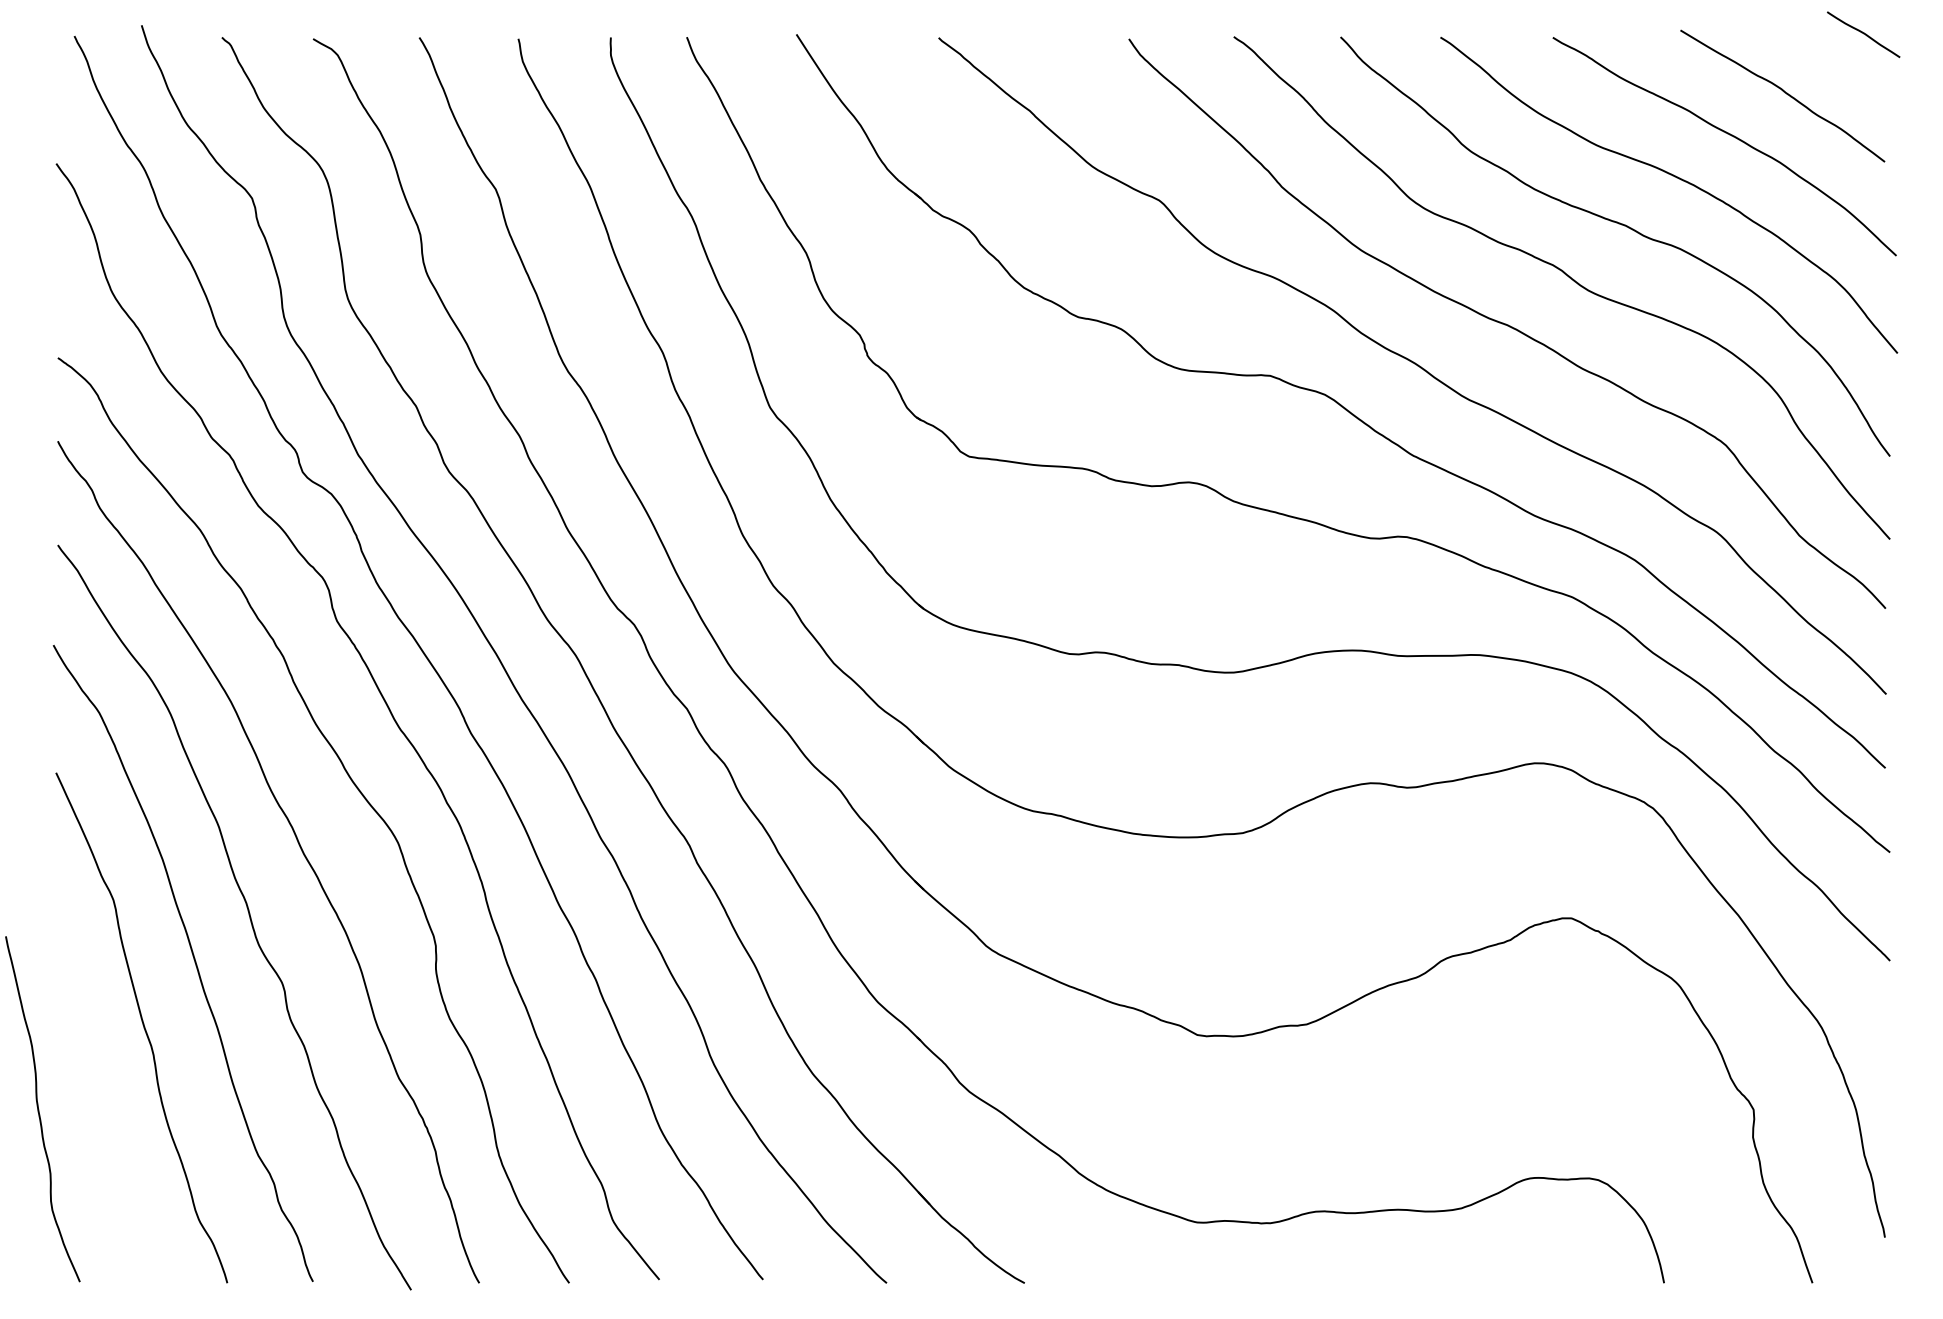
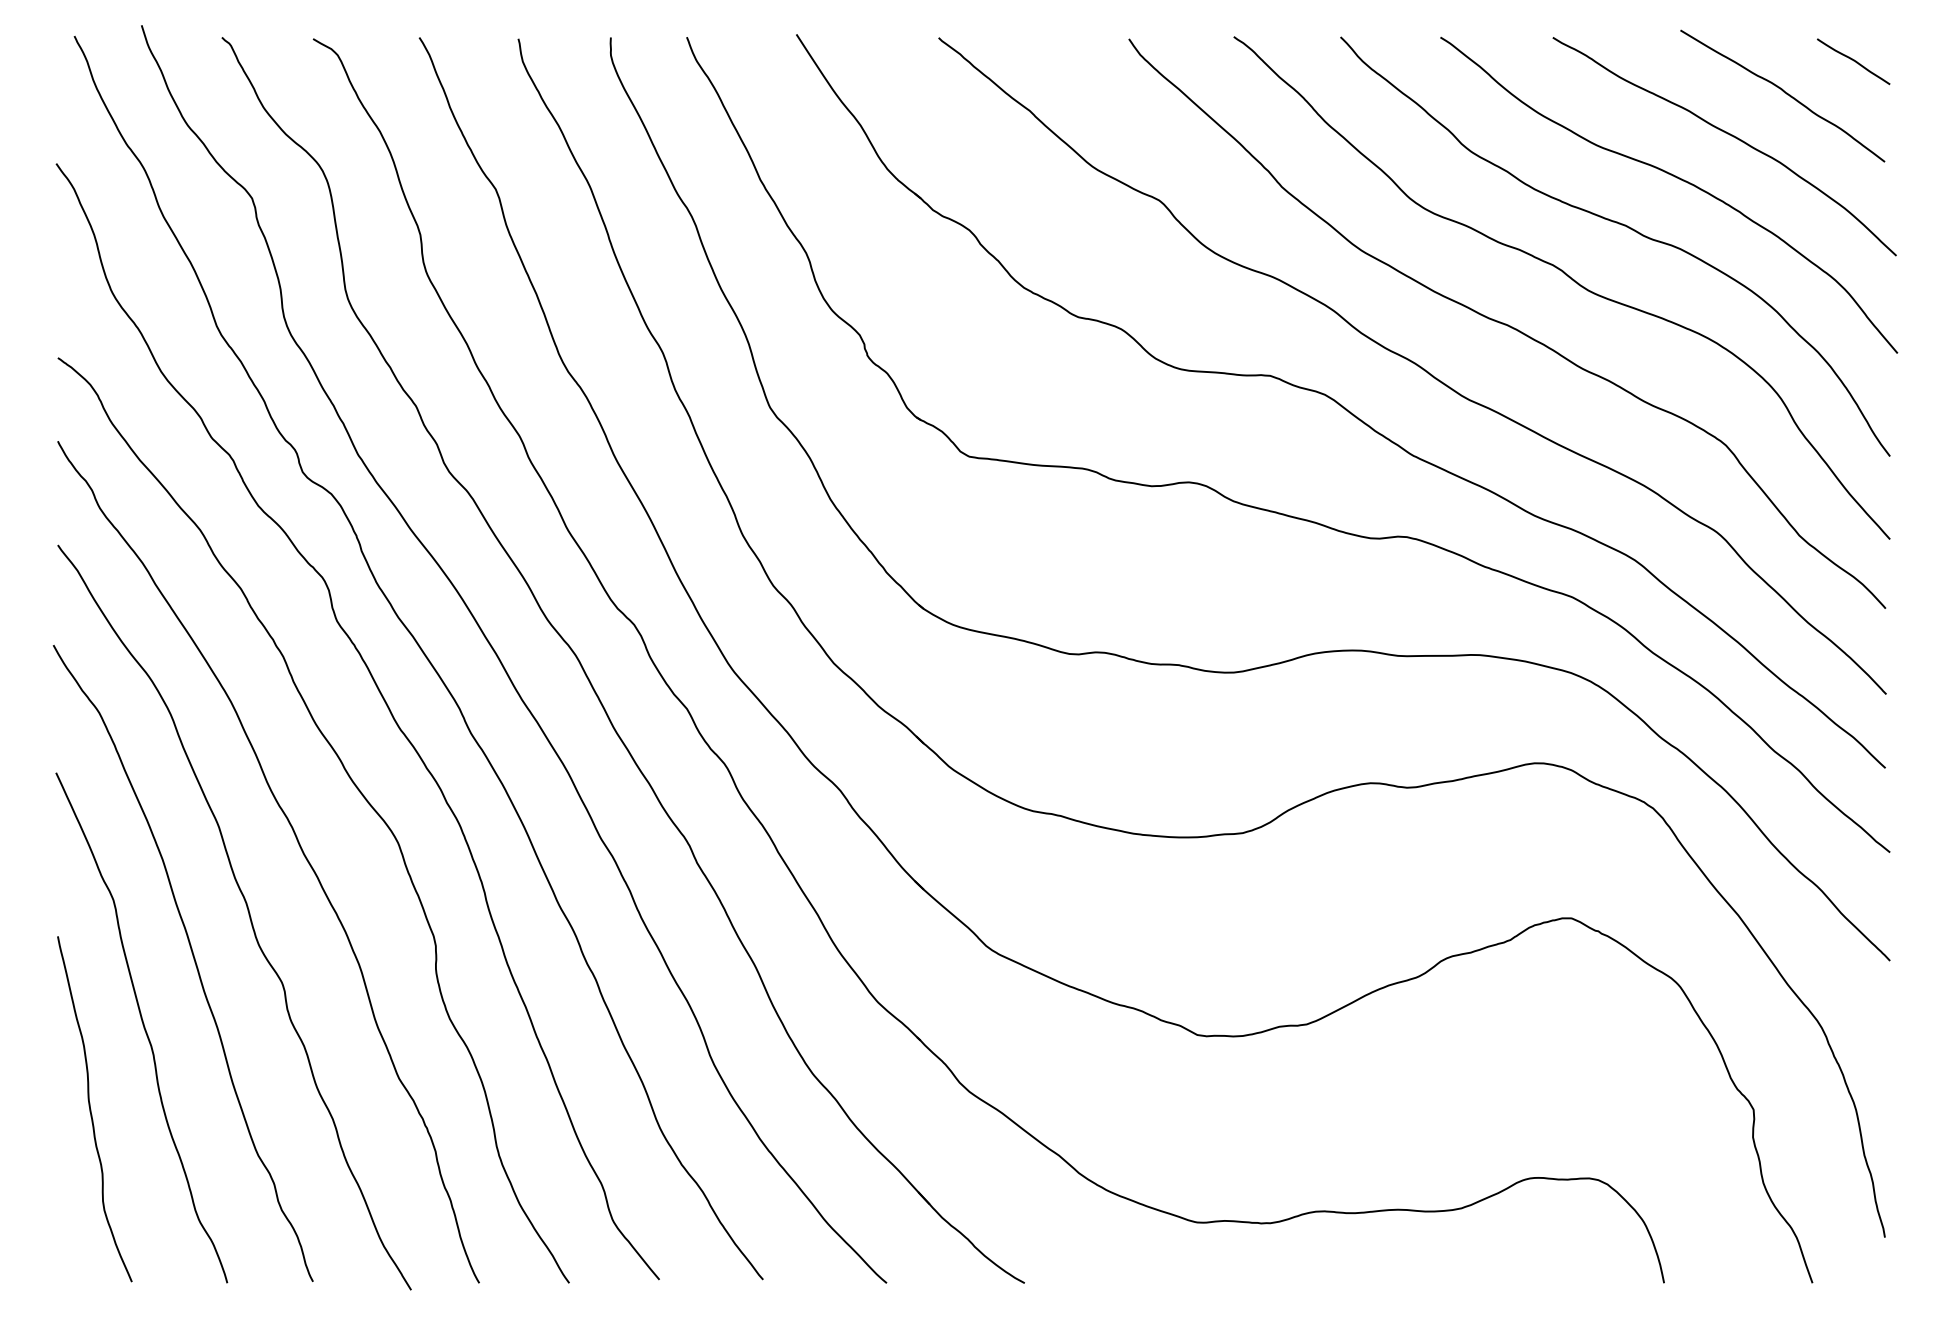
curve at (1863, 34) position: (1863, 34) -> (1853, 61)
curve at (39, 1109) position: (39, 1109) -> (91, 1109)
